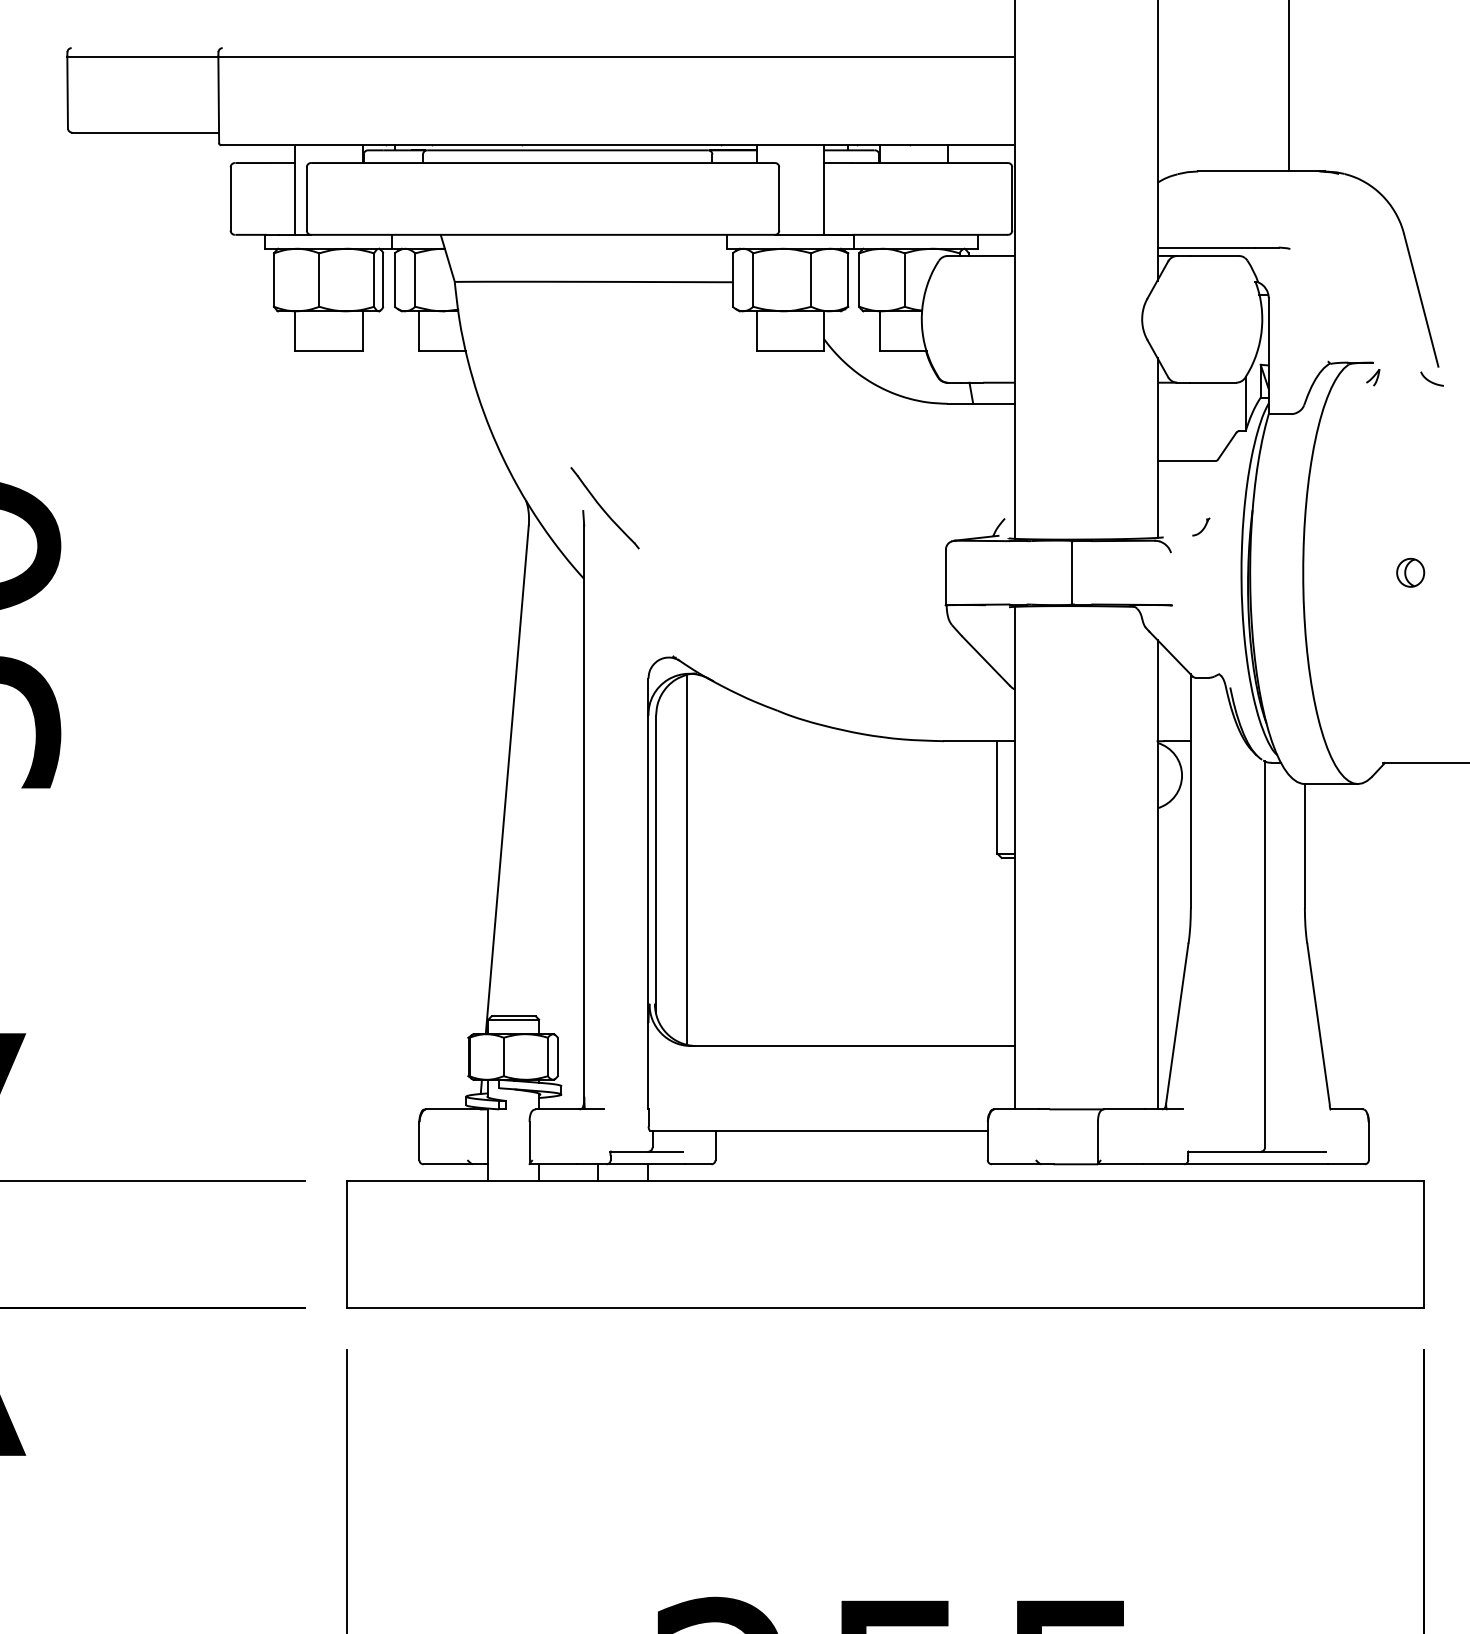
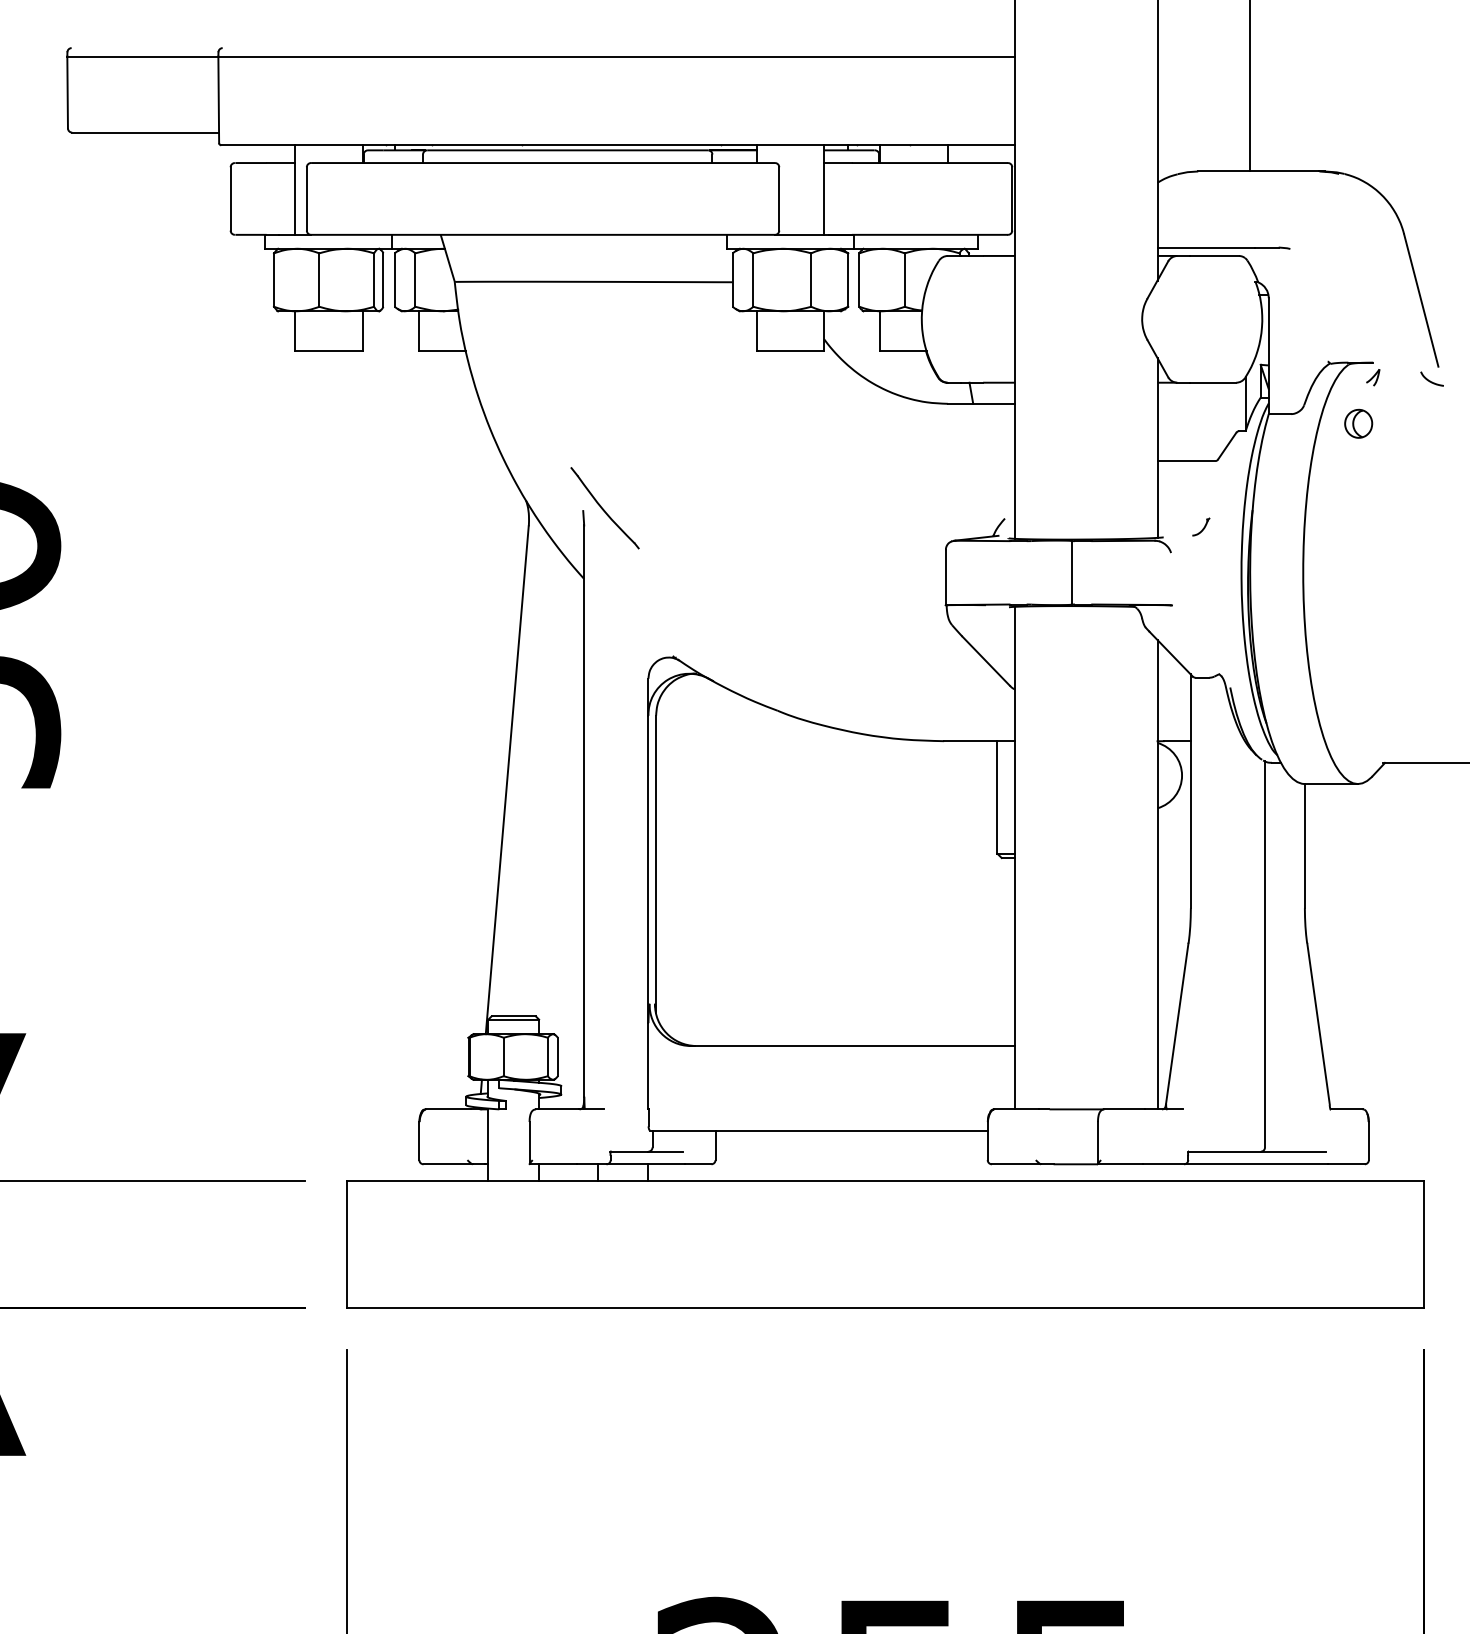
line at (1288, 86) position: (1288, 86) -> (1249, 86)
part at (1410, 572) position: (1410, 572) -> (1358, 423)
line at (687, 859): present -> none
